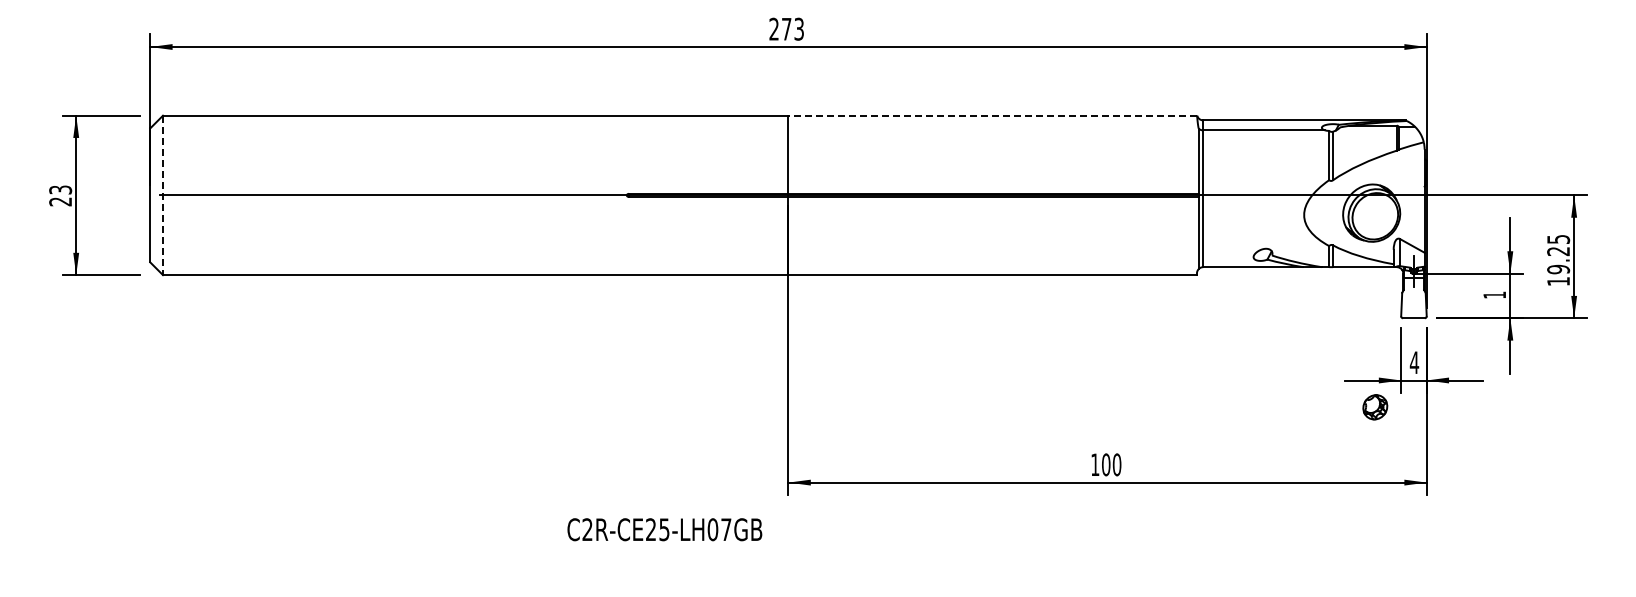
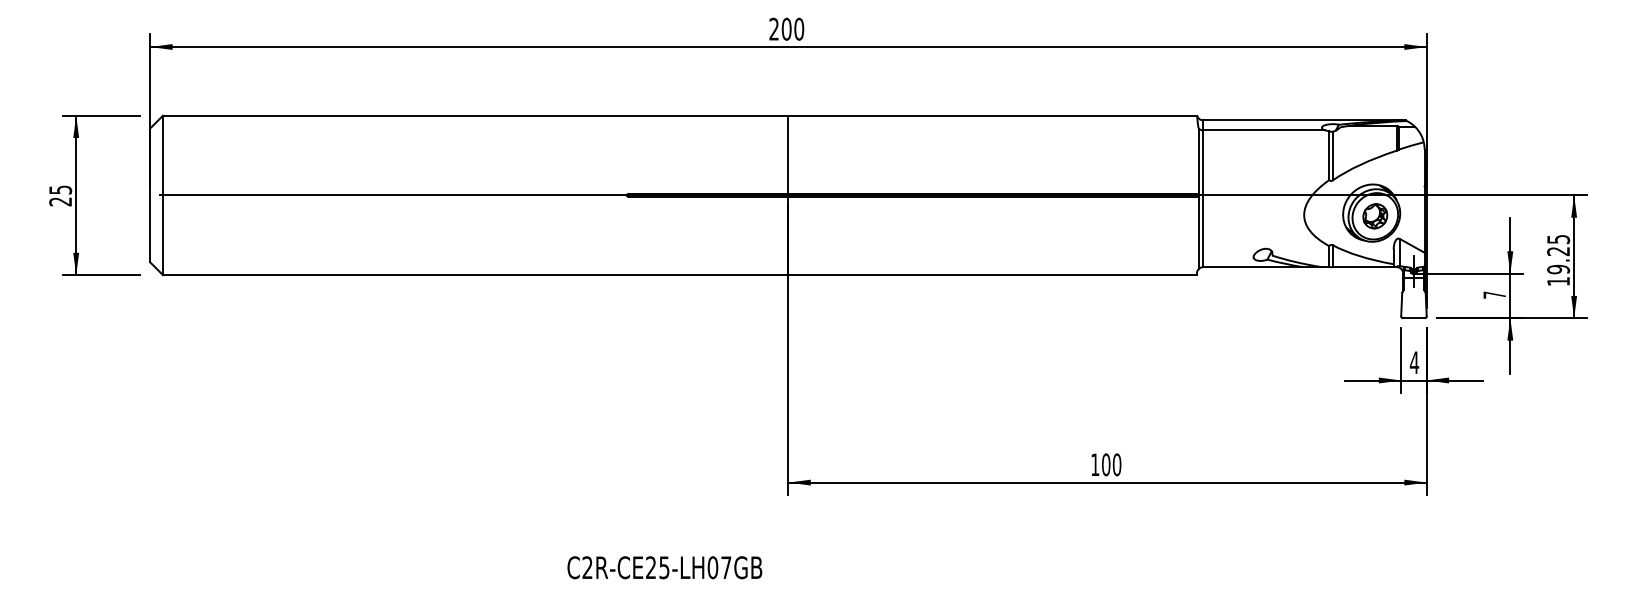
text at (792, 28): 273 -> 200
line at (992, 115): dashed -> solid
text at (60, 189): 23 -> 25
line at (163, 195): dashed -> solid
text at (1494, 294): 1 -> 7
part at (1375, 407) position: (1375, 407) -> (1375, 216)
text at (664, 529) position: (664, 529) -> (664, 567)
